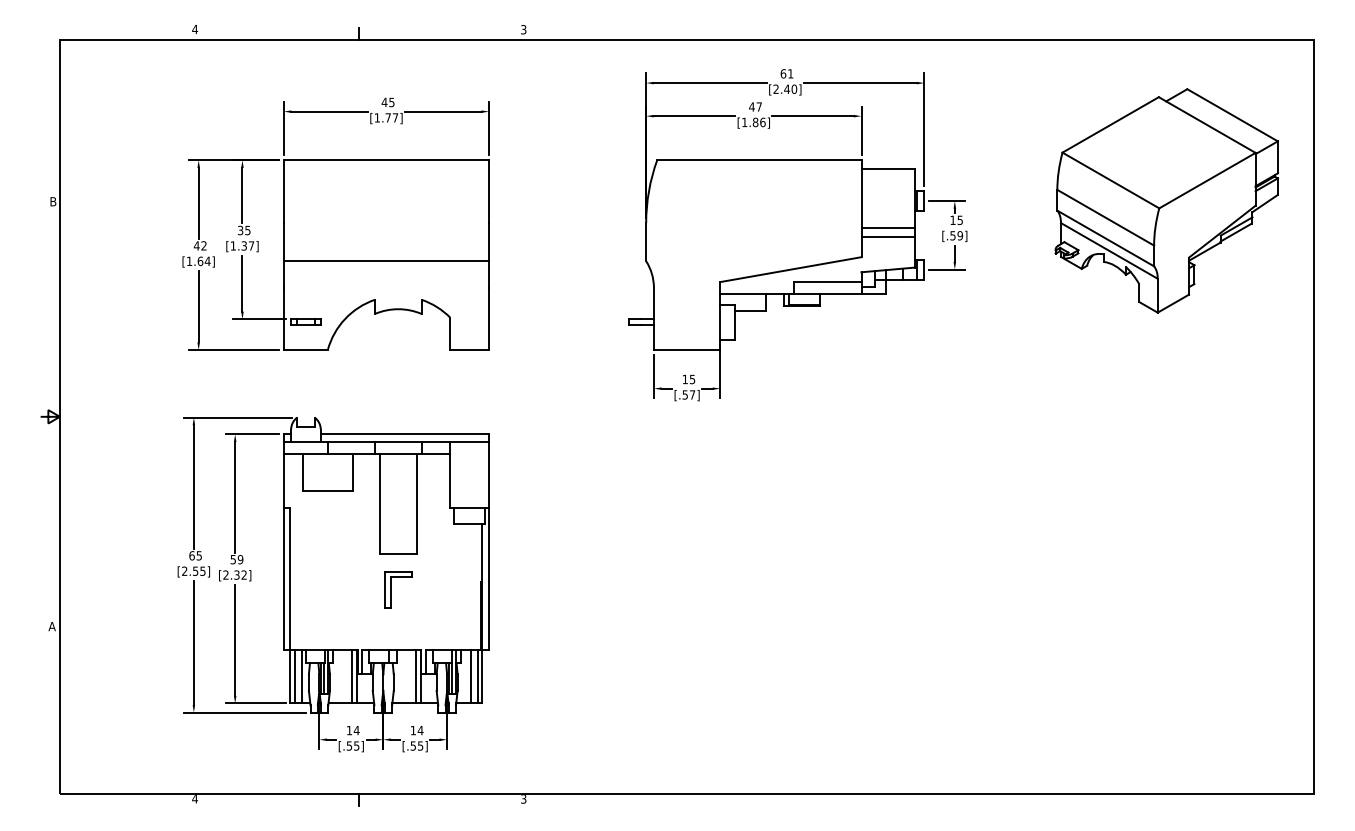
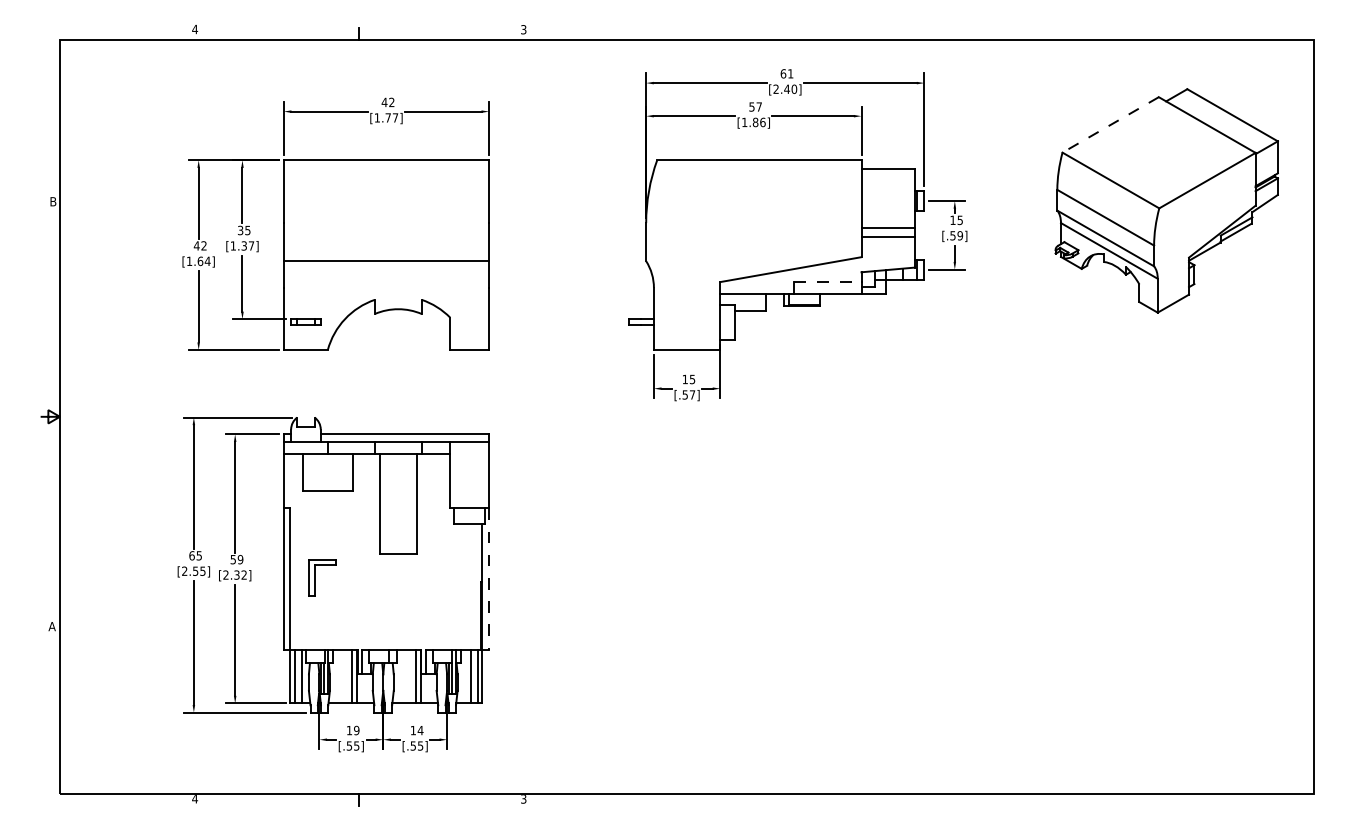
text at (391, 102): 45 -> 42
text at (751, 106): 47 -> 57
line at (1110, 124): solid -> dashed
line at (827, 281): solid -> dashed
line at (489, 579): solid -> dashed
part at (391, 589) position: (391, 589) -> (315, 577)
text at (356, 730): 14 -> 19
